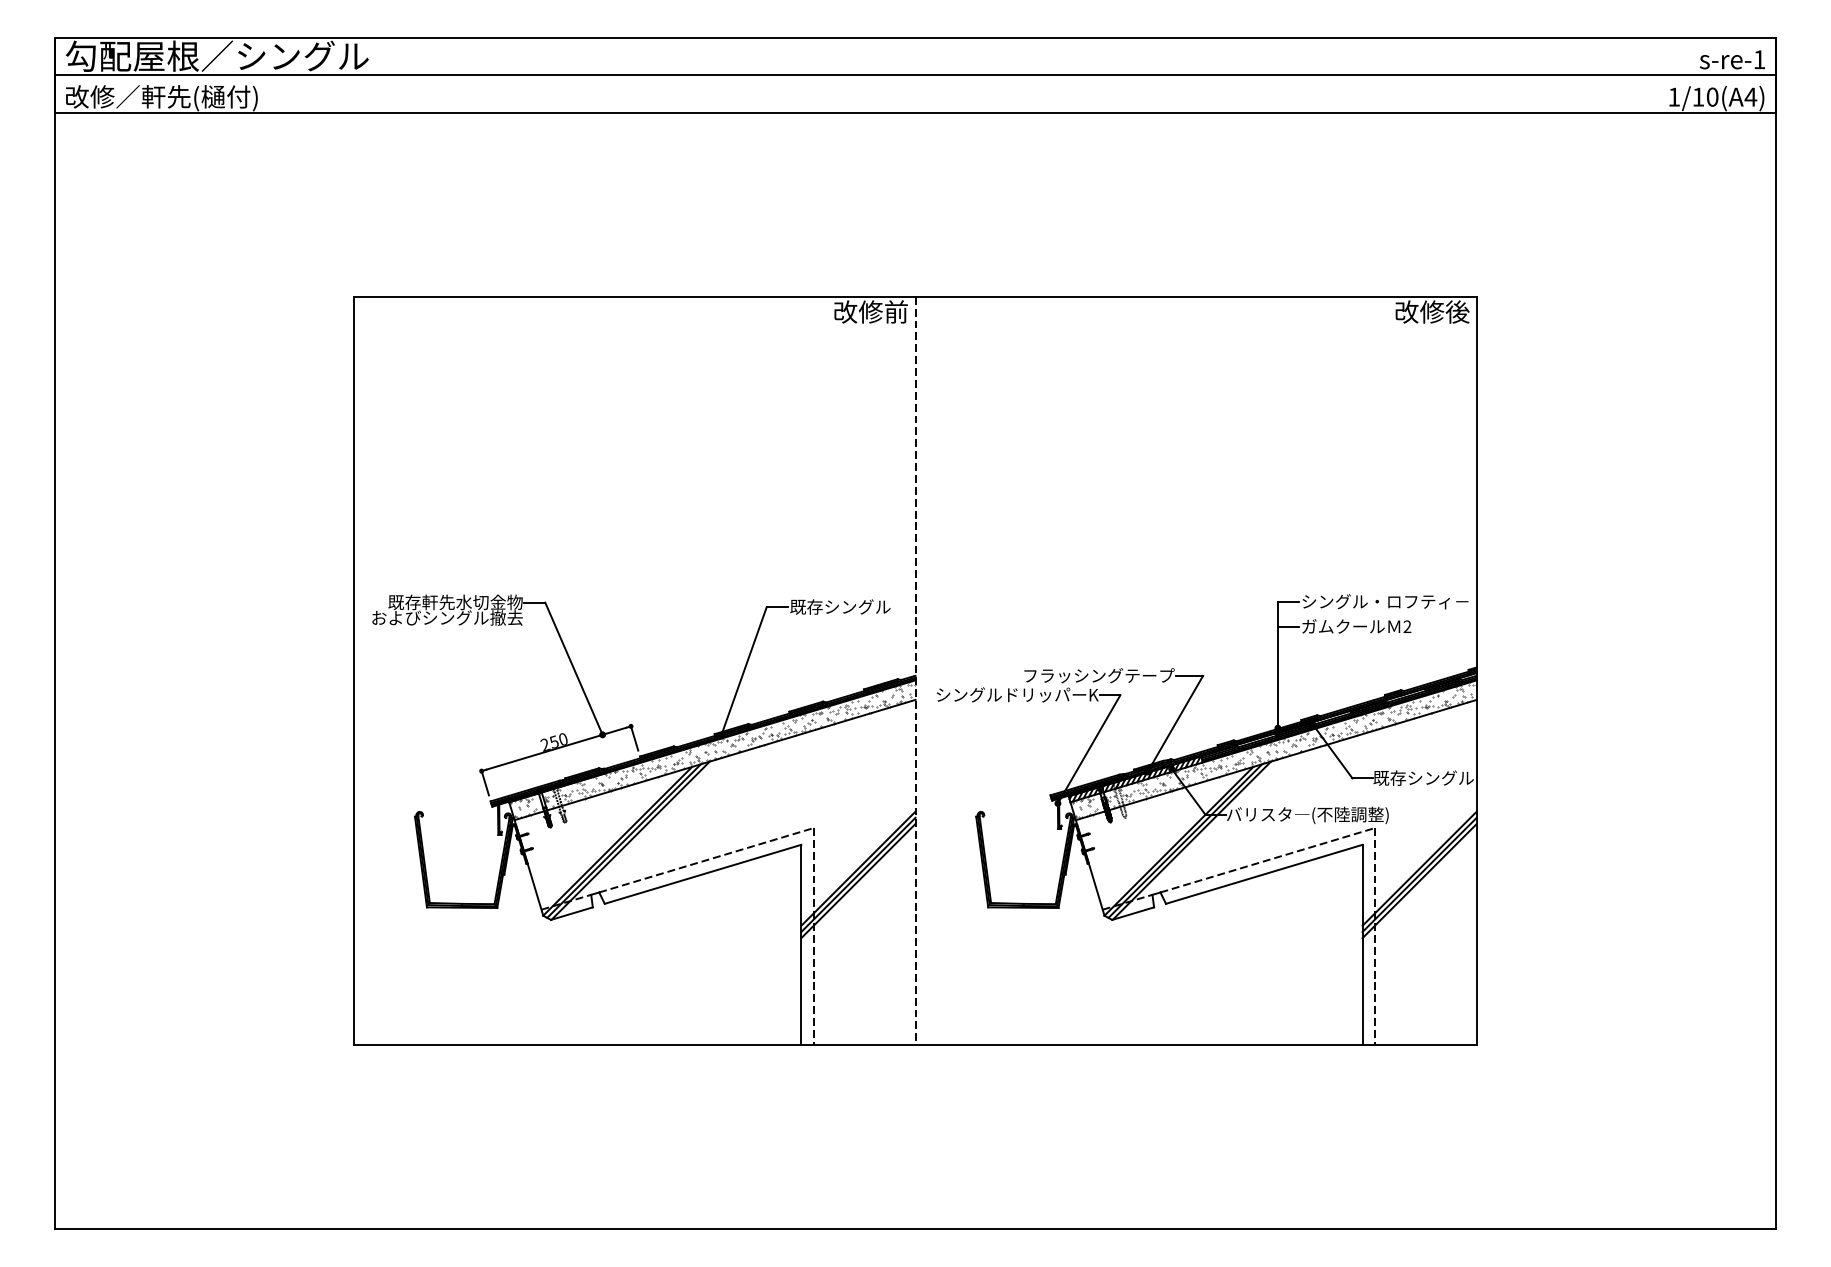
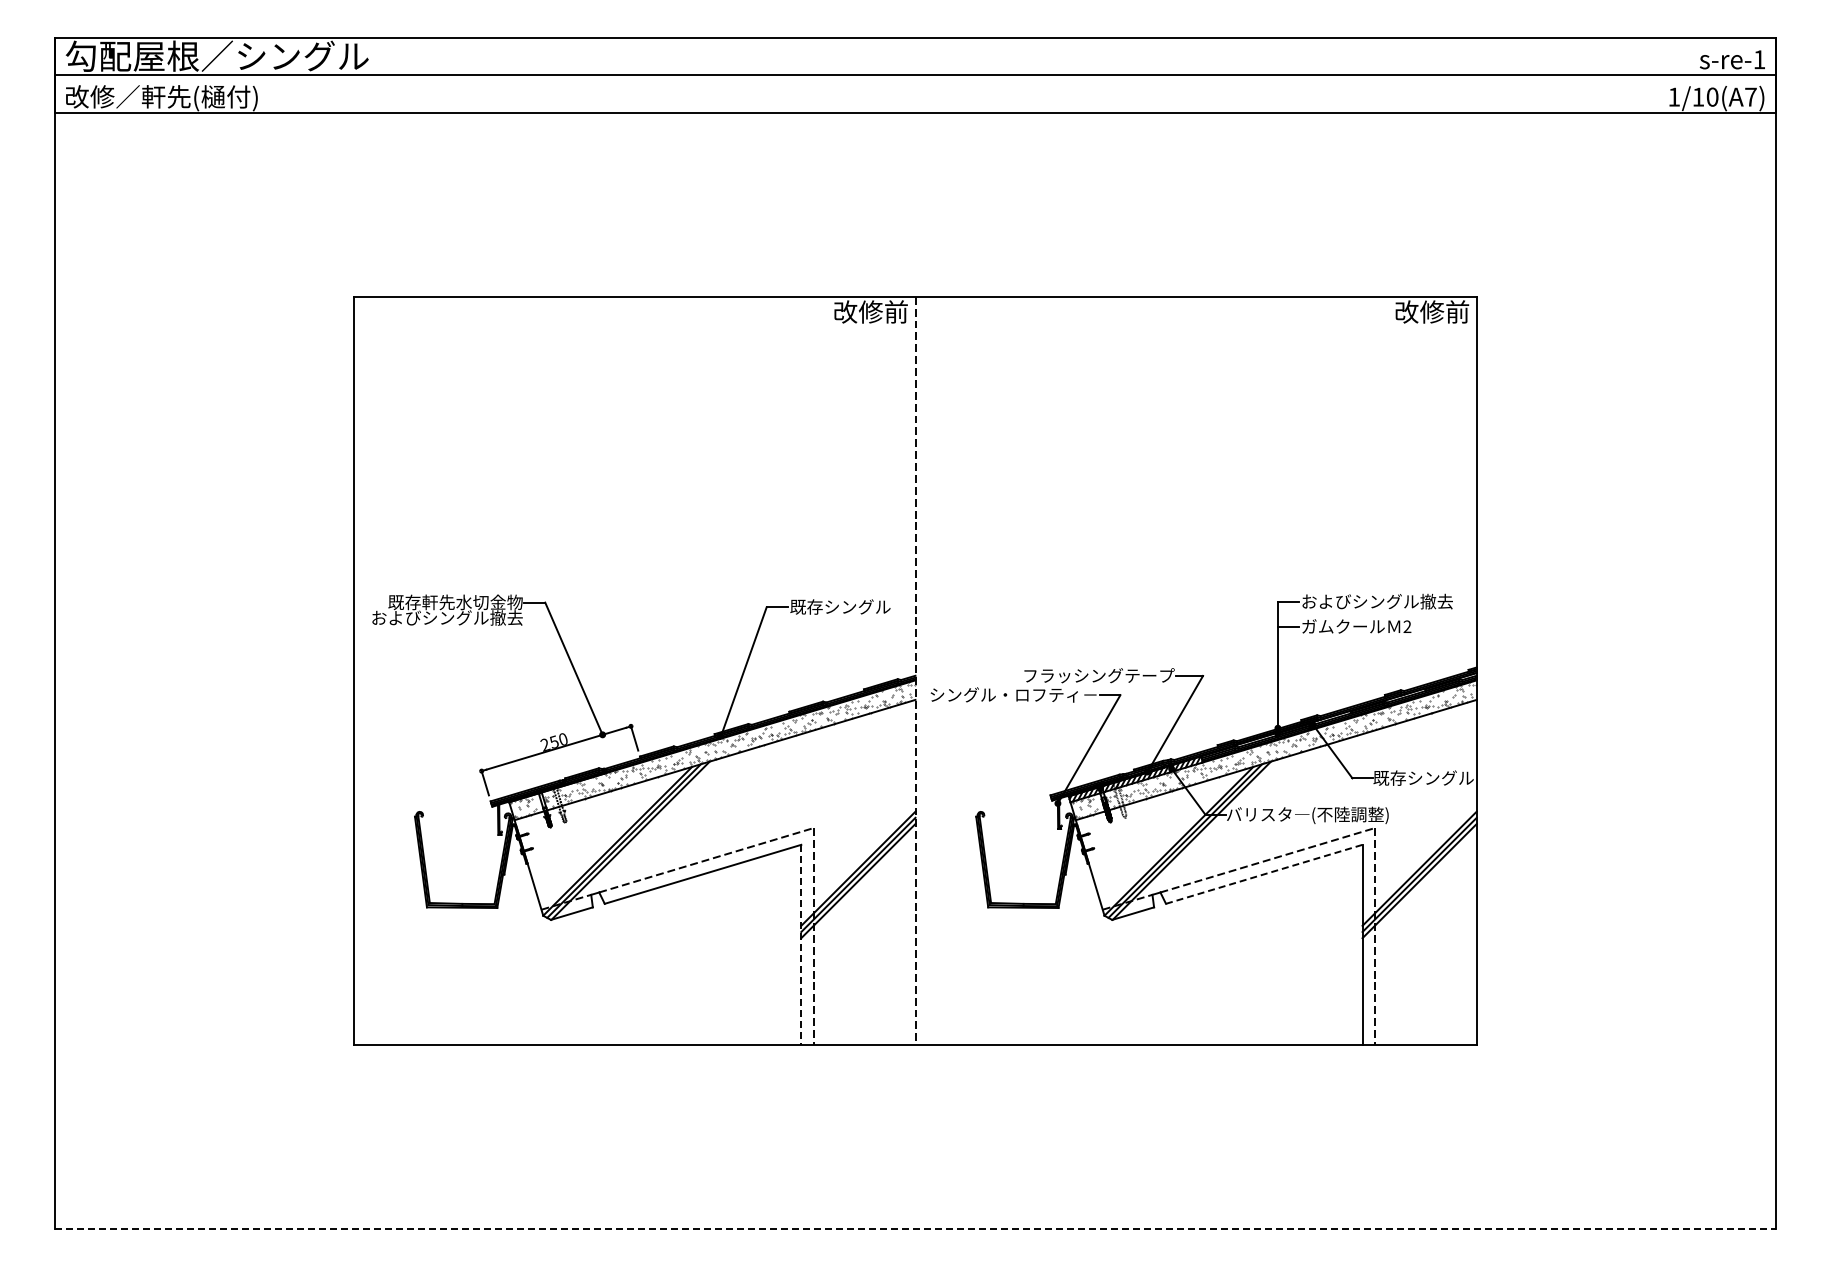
text at (1750, 96): 1/10(A4) -> 1/10(A7)
text at (1457, 311): 改修後 -> 改修前
text at (1385, 601): シングル・ロフティ－ -> およびシングル撤去
text at (1014, 694): シングルドリッパーK -> シングル・ロフティ－
line at (1264, 874): solid -> dashed
line at (801, 945): solid -> dashed
line at (915, 1229): solid -> dashed
